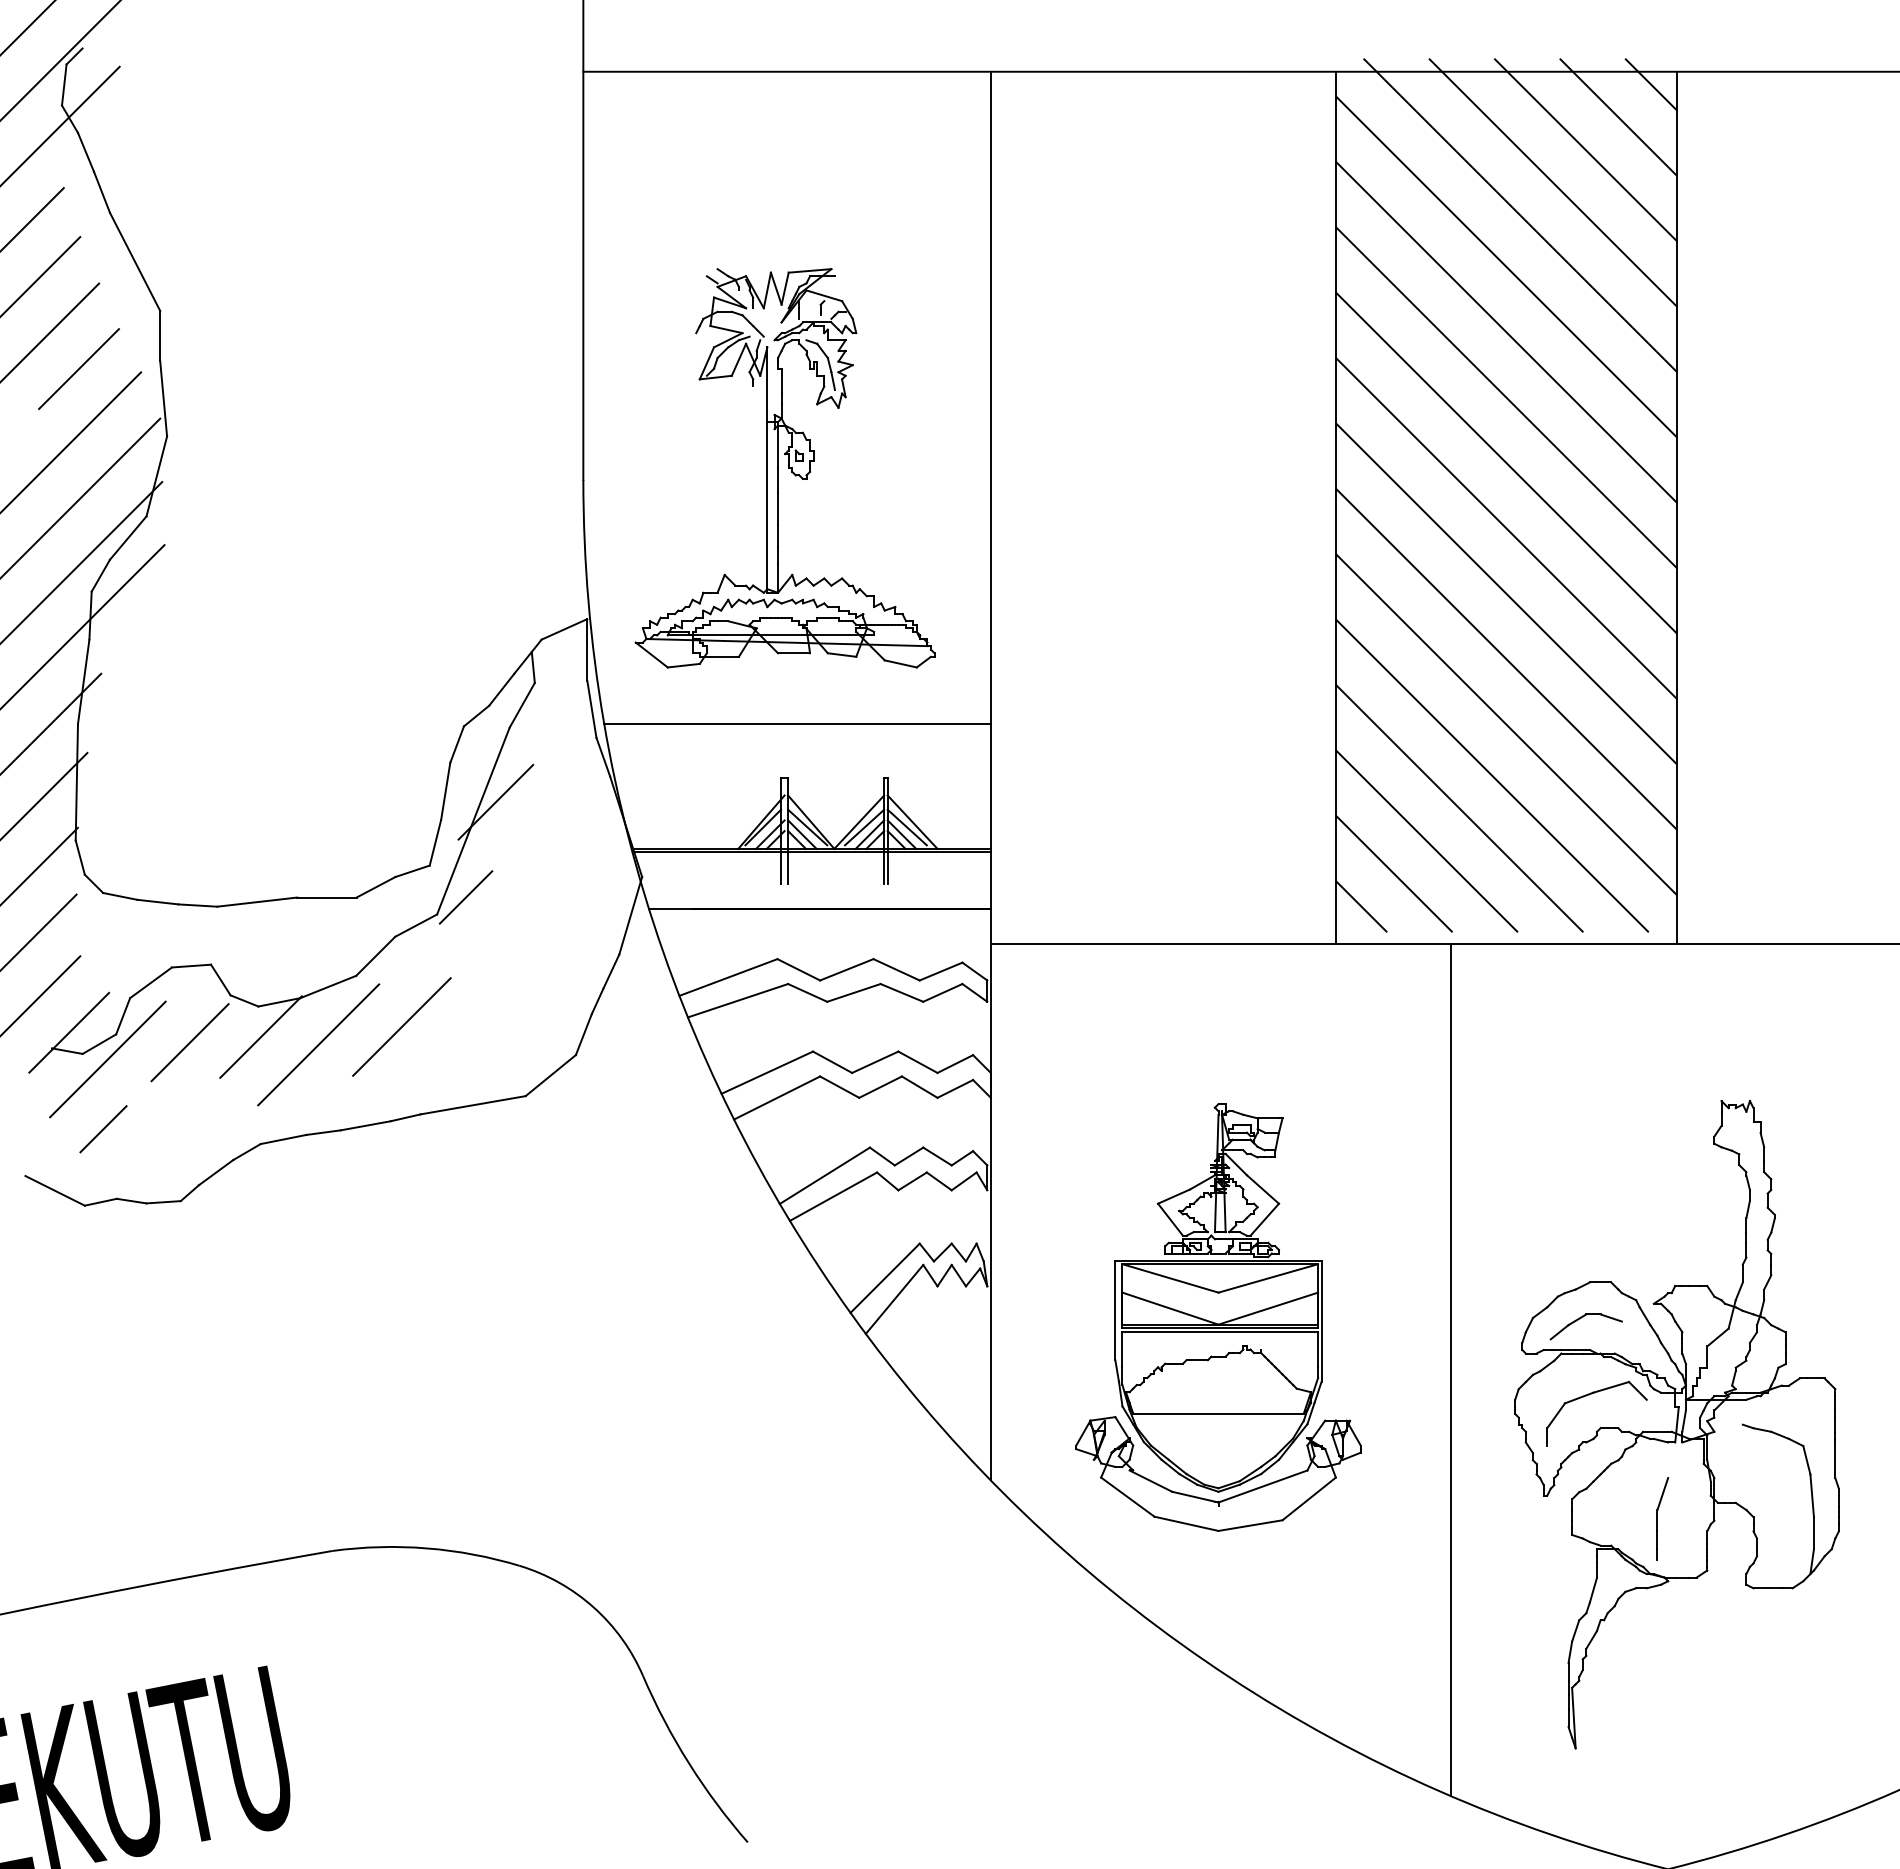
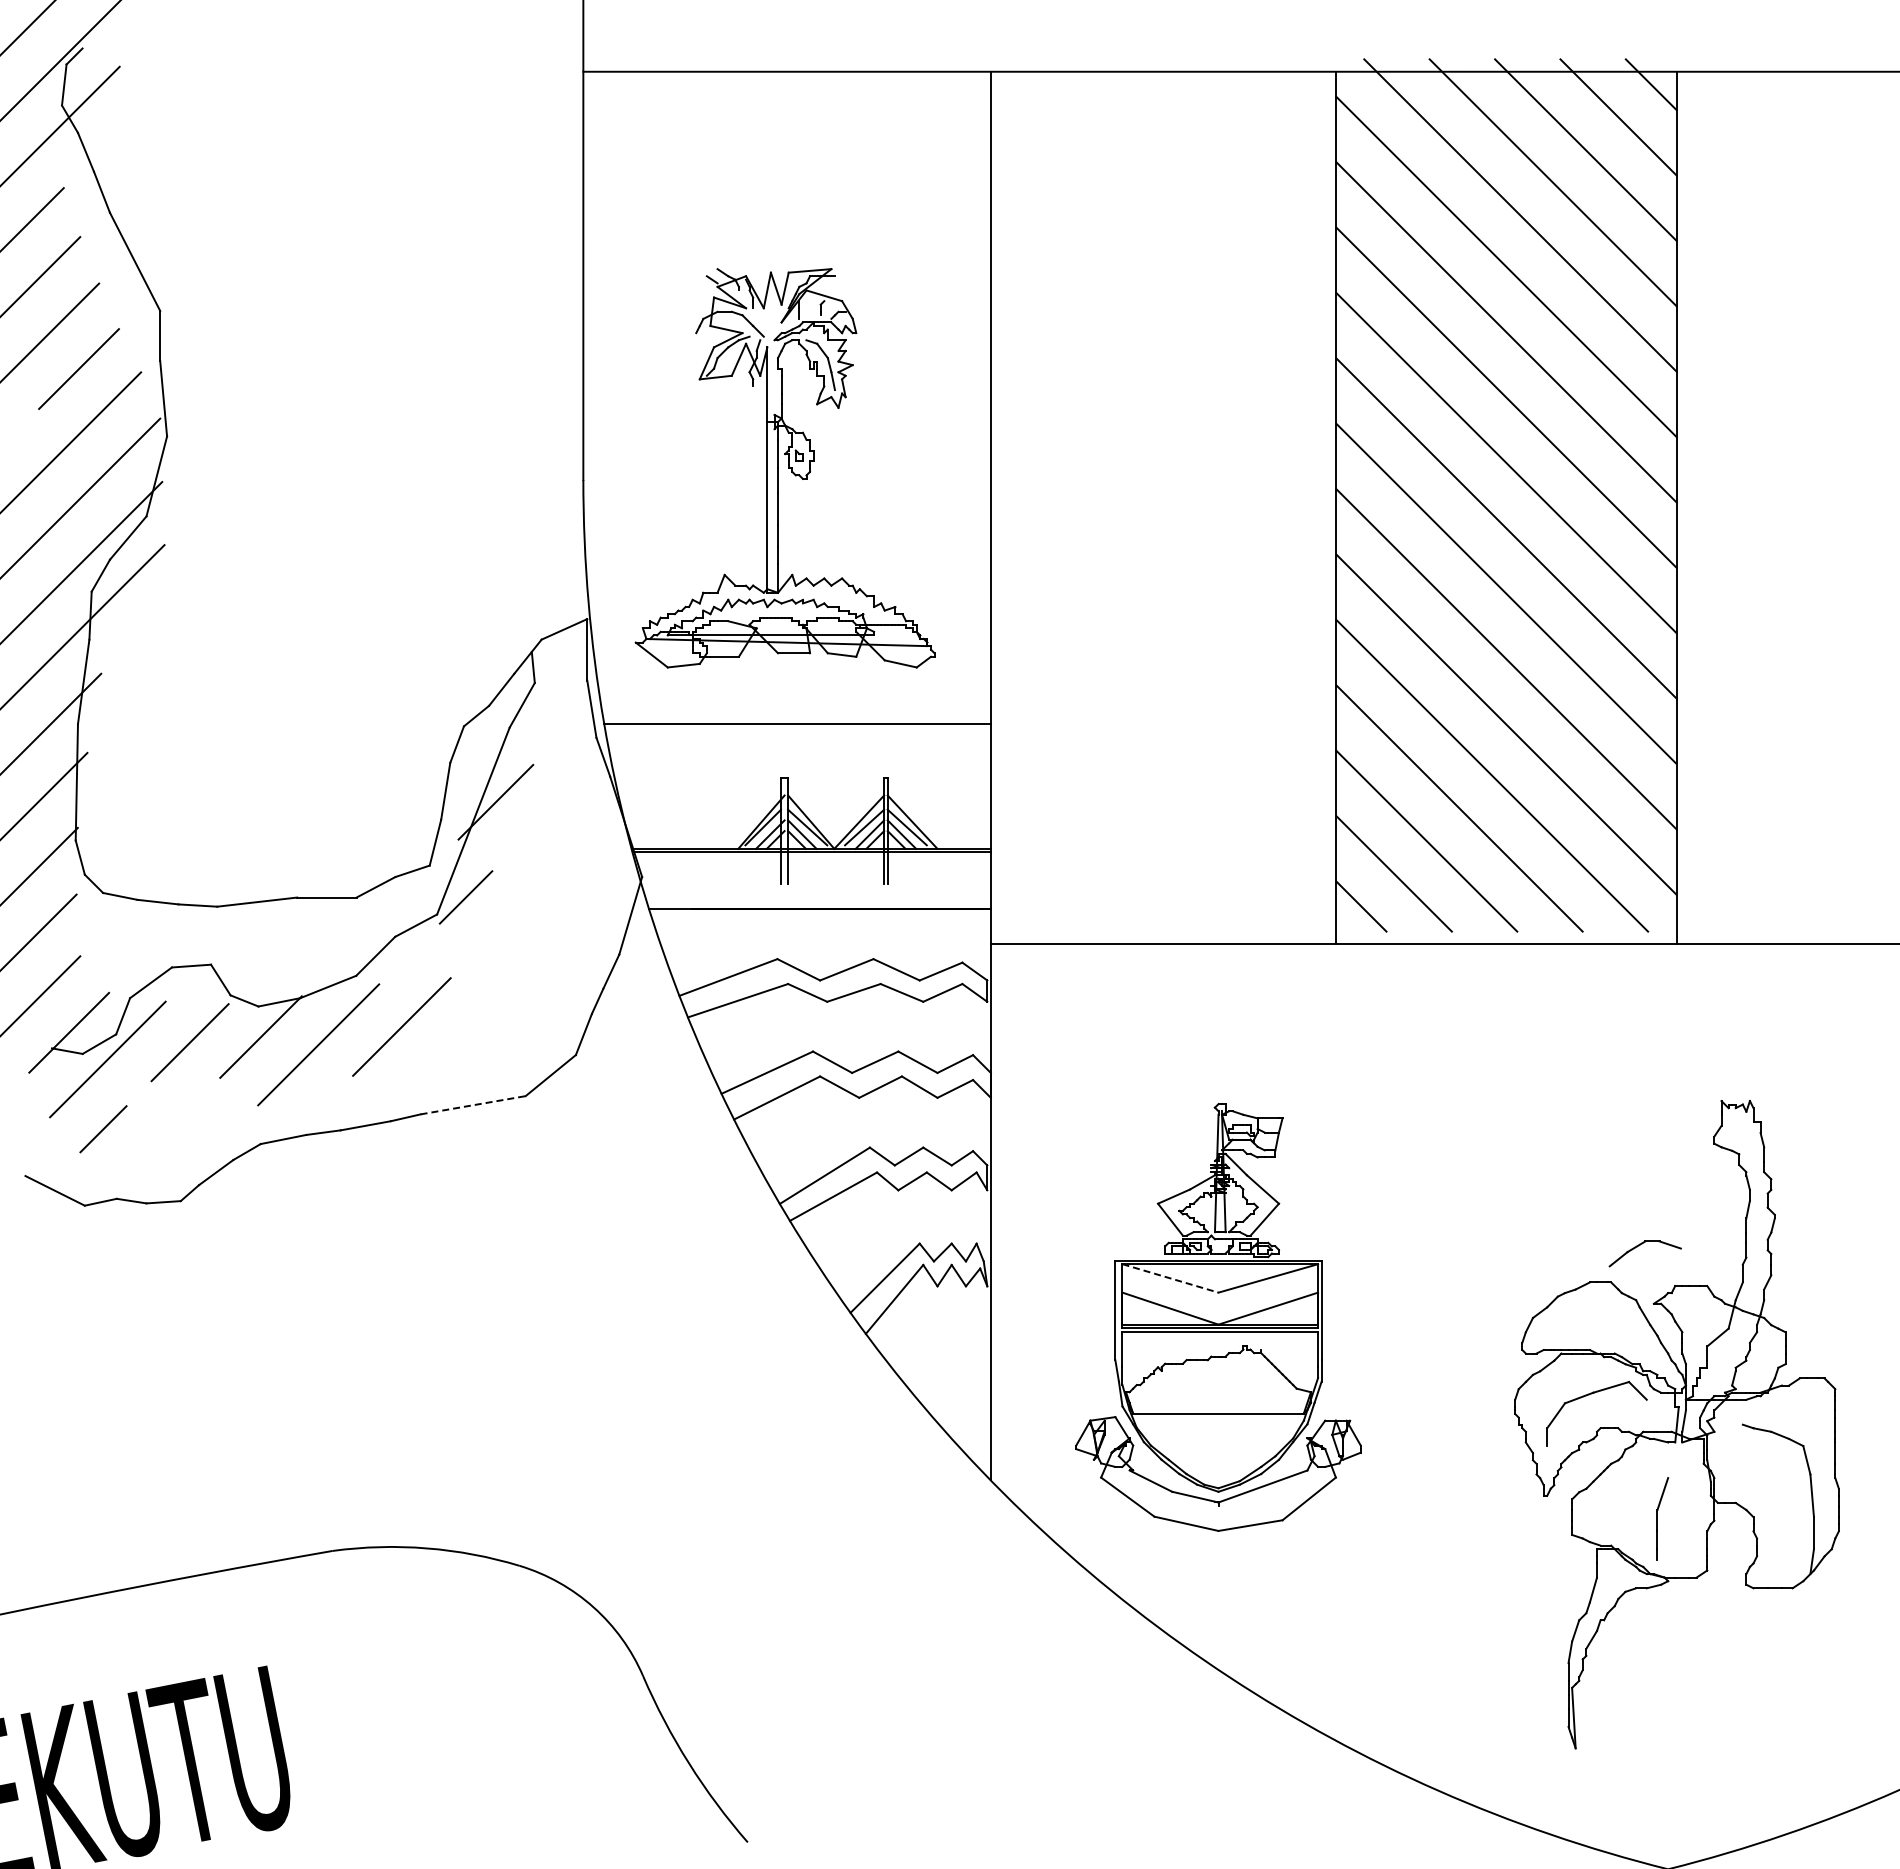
line at (473, 1105): solid -> dashed
line at (1170, 1278): solid -> dashed
part at (1581, 1318) position: (1581, 1318) -> (1640, 1245)
line at (1451, 1370): present -> none
